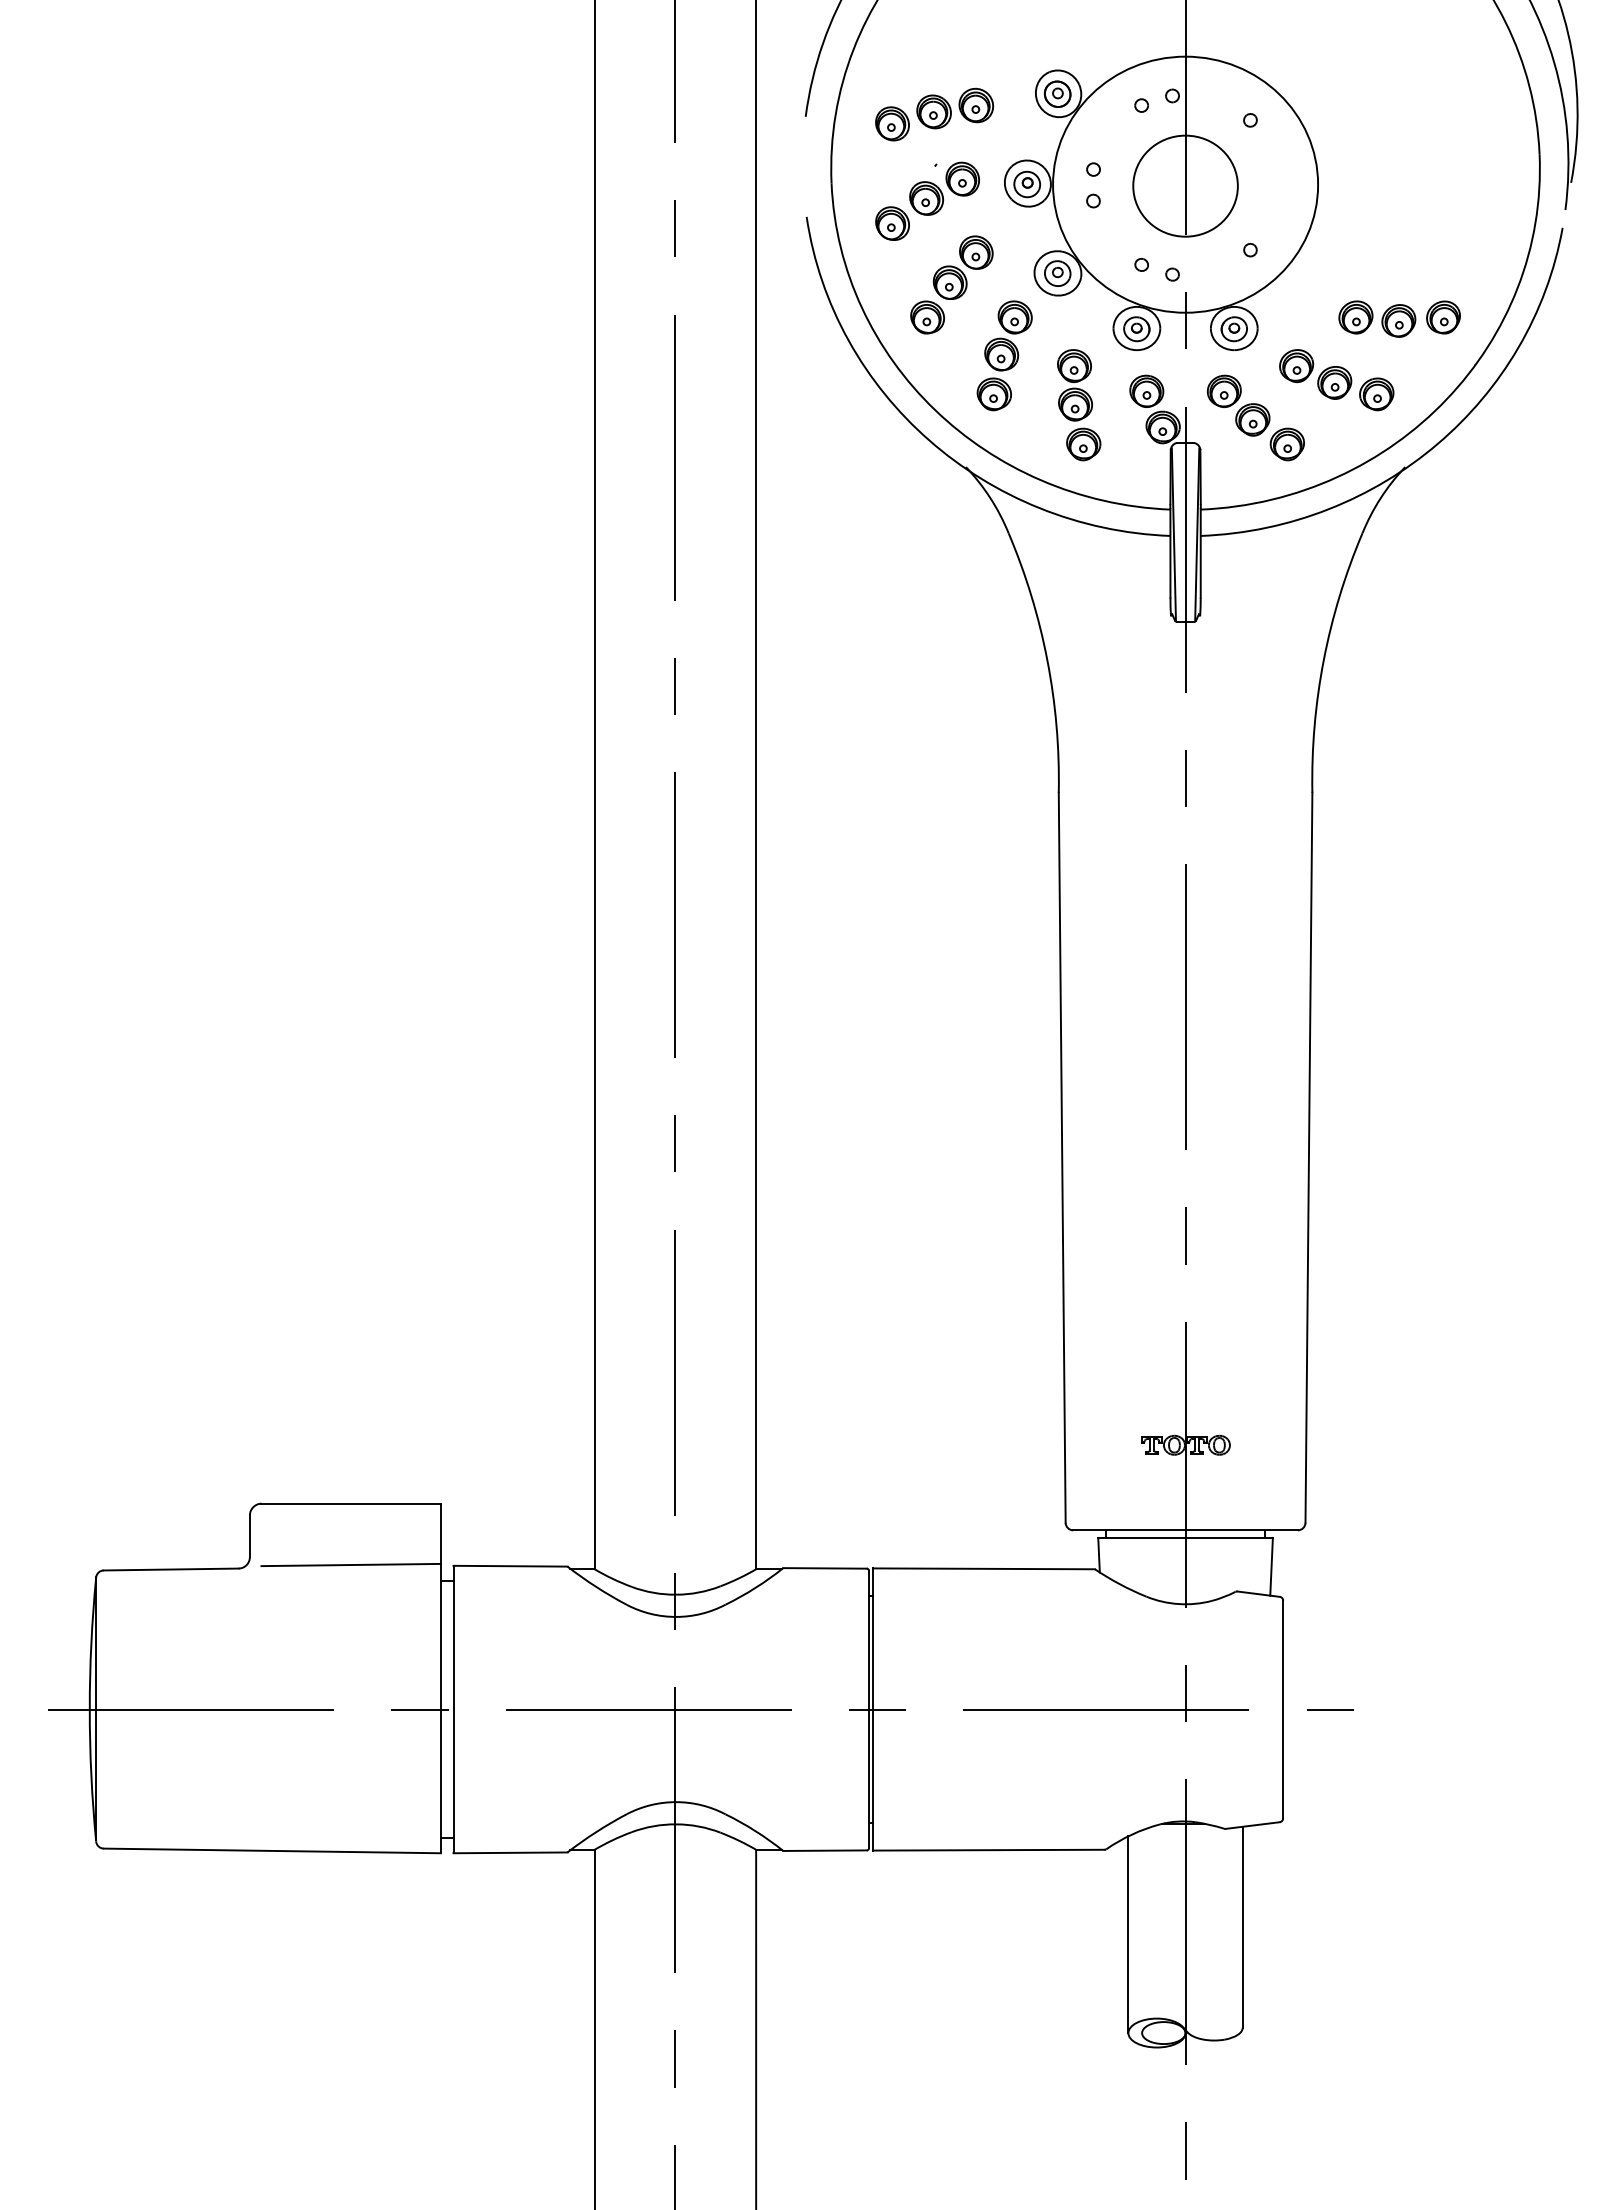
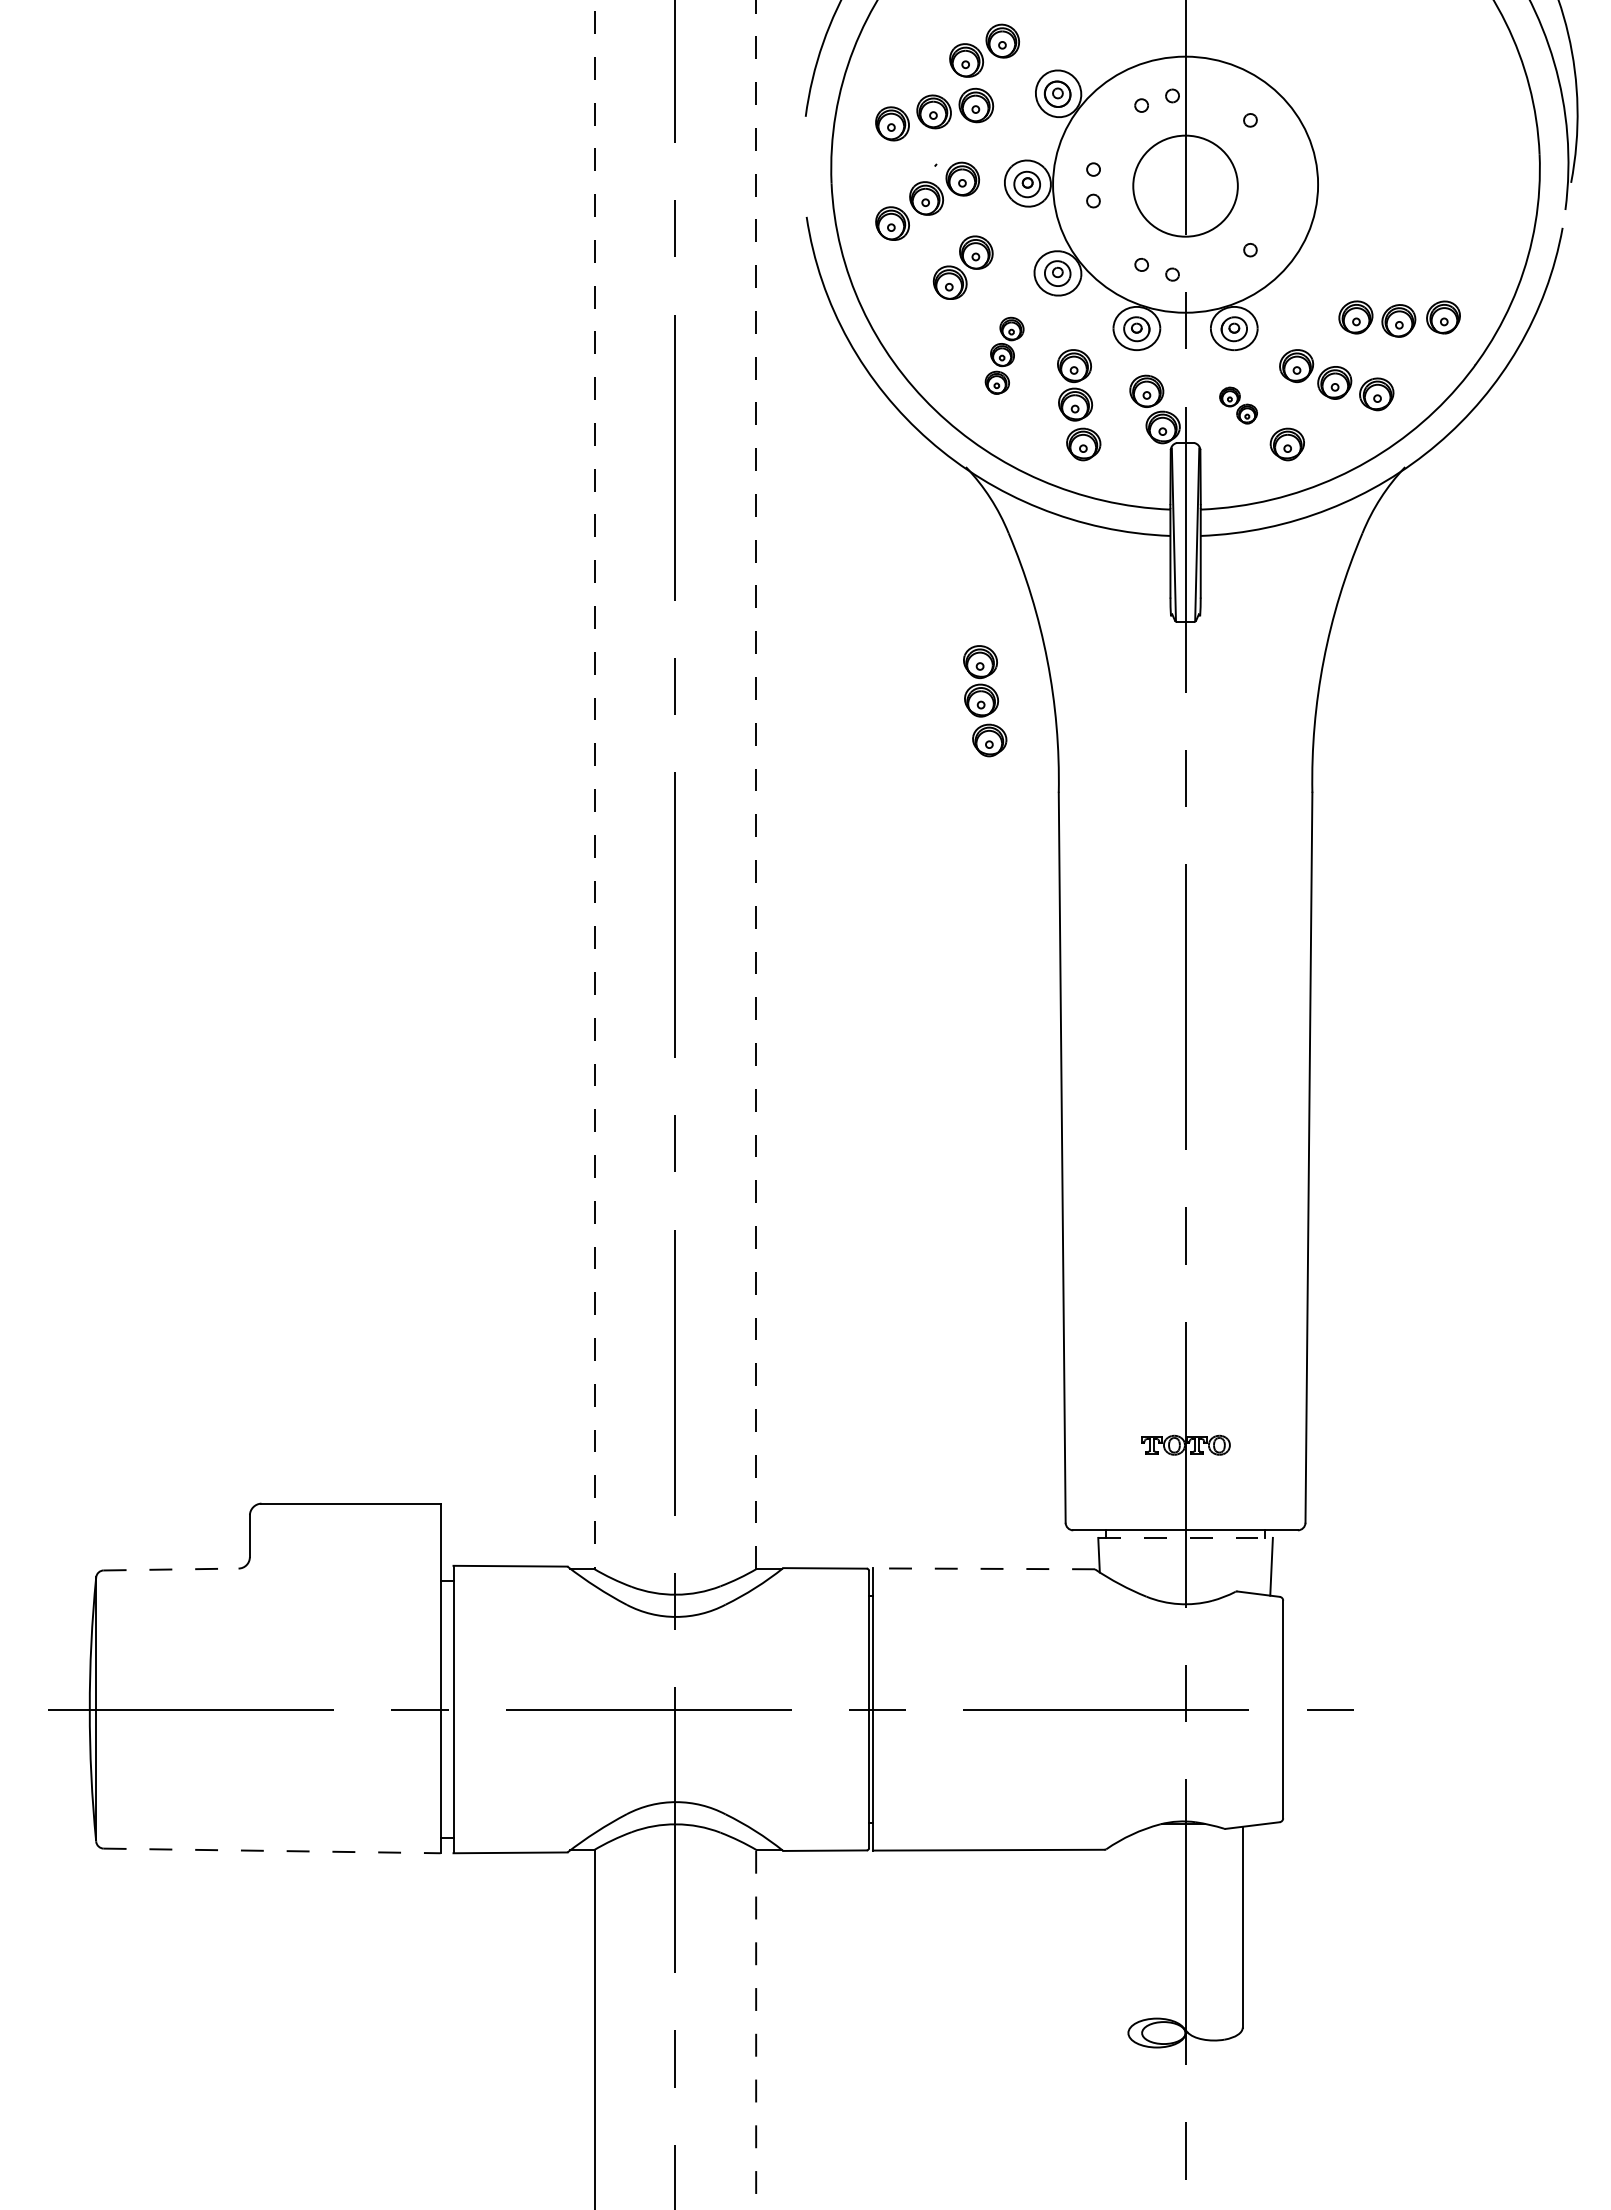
part at (984, 50): none -> present
part at (927, 317): present -> none
part at (1004, 355) size: 57x112 px -> 41x79 px
part at (1238, 405) size: 65x63 px -> 39x39 px
part at (985, 701): none -> present
line at (756, 784): solid -> dashed
line at (594, 785): solid -> dashed
line at (1186, 1537): solid -> dashed
line at (350, 1564): present -> none
line at (983, 1568): solid -> dashed
line at (171, 1569): solid -> dashed
line at (272, 1850): solid -> dashed
line at (1128, 1934): present -> none
line at (756, 2030): solid -> dashed
